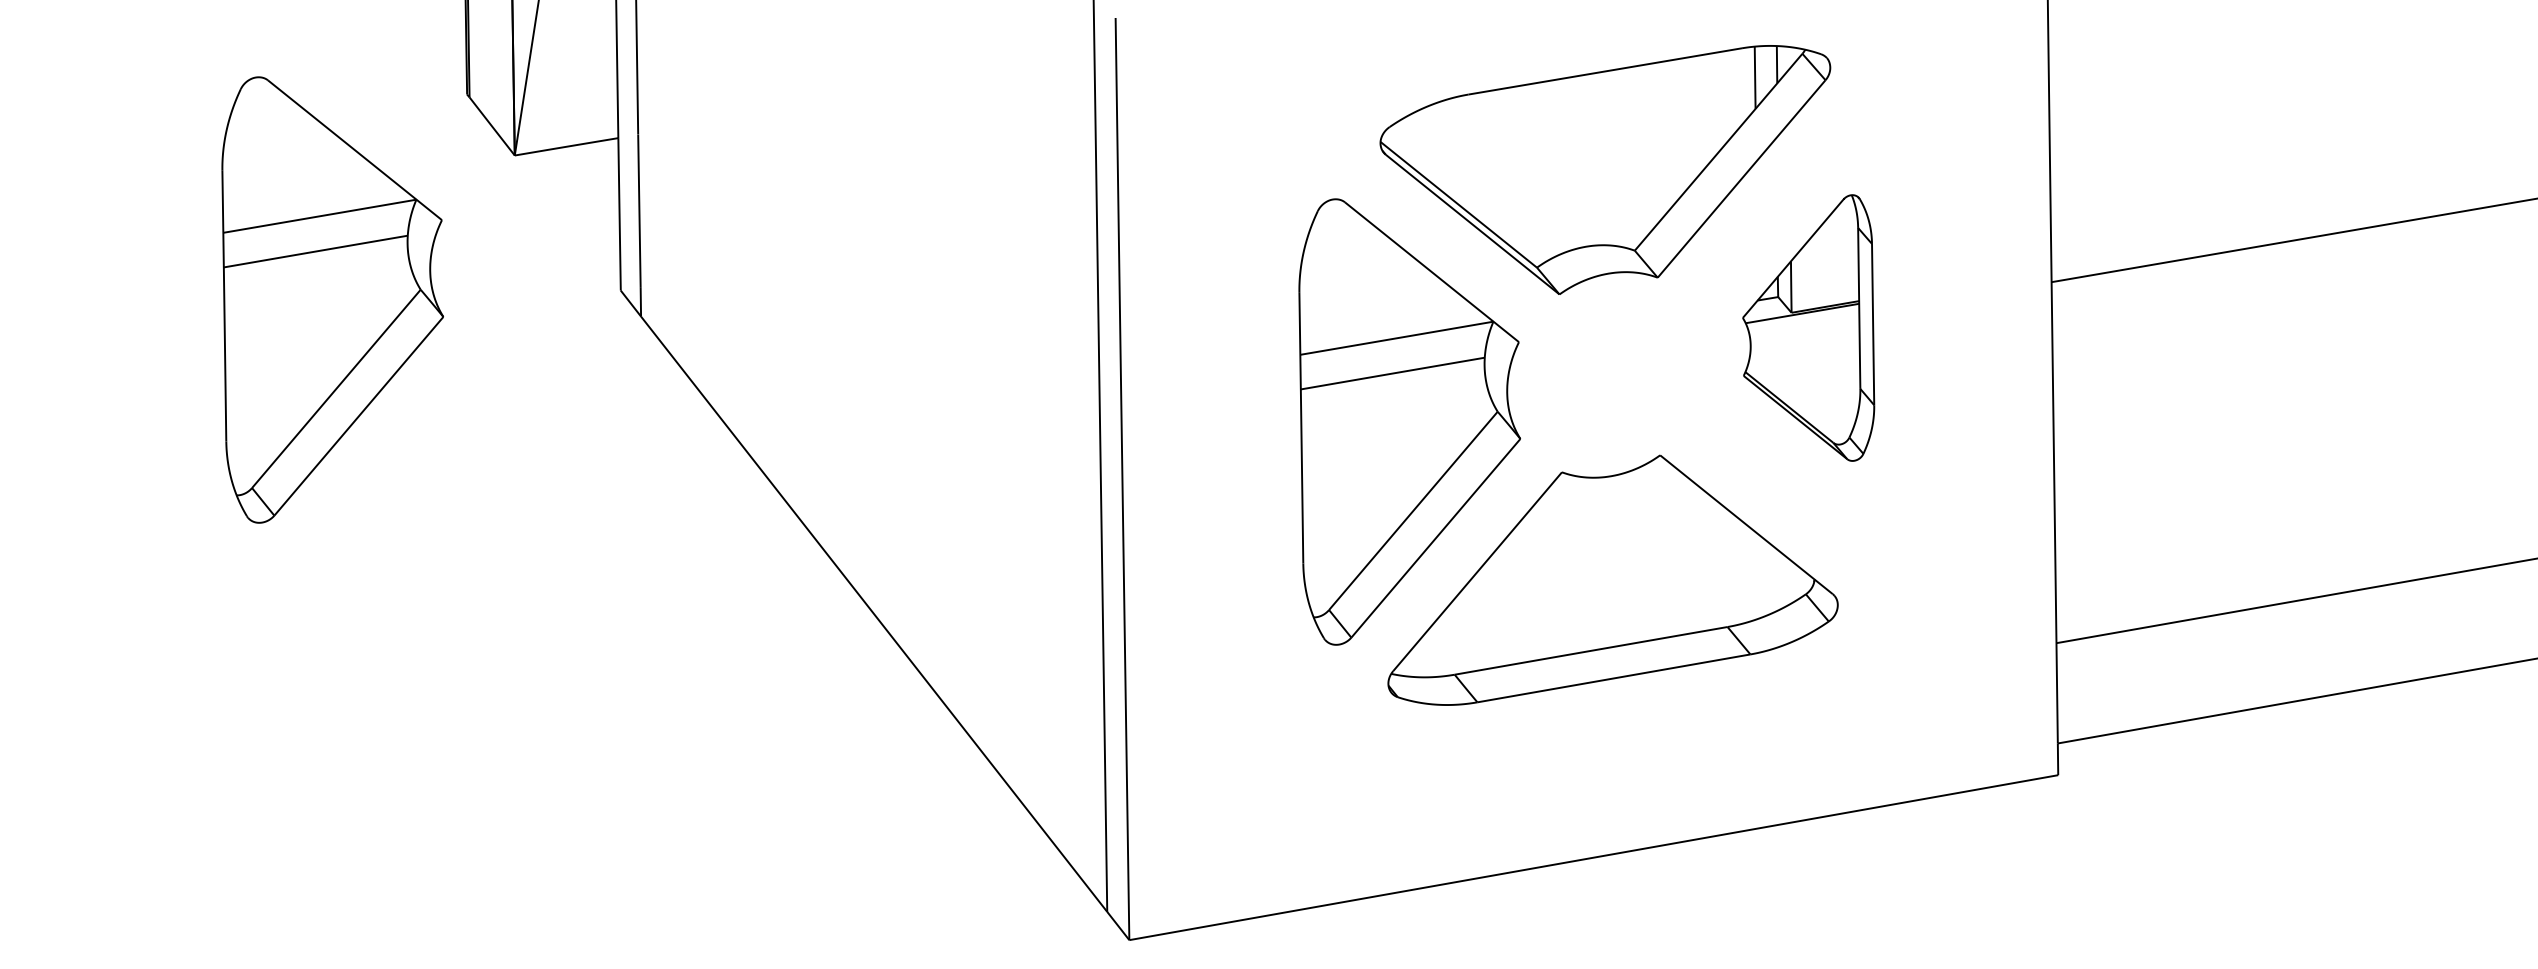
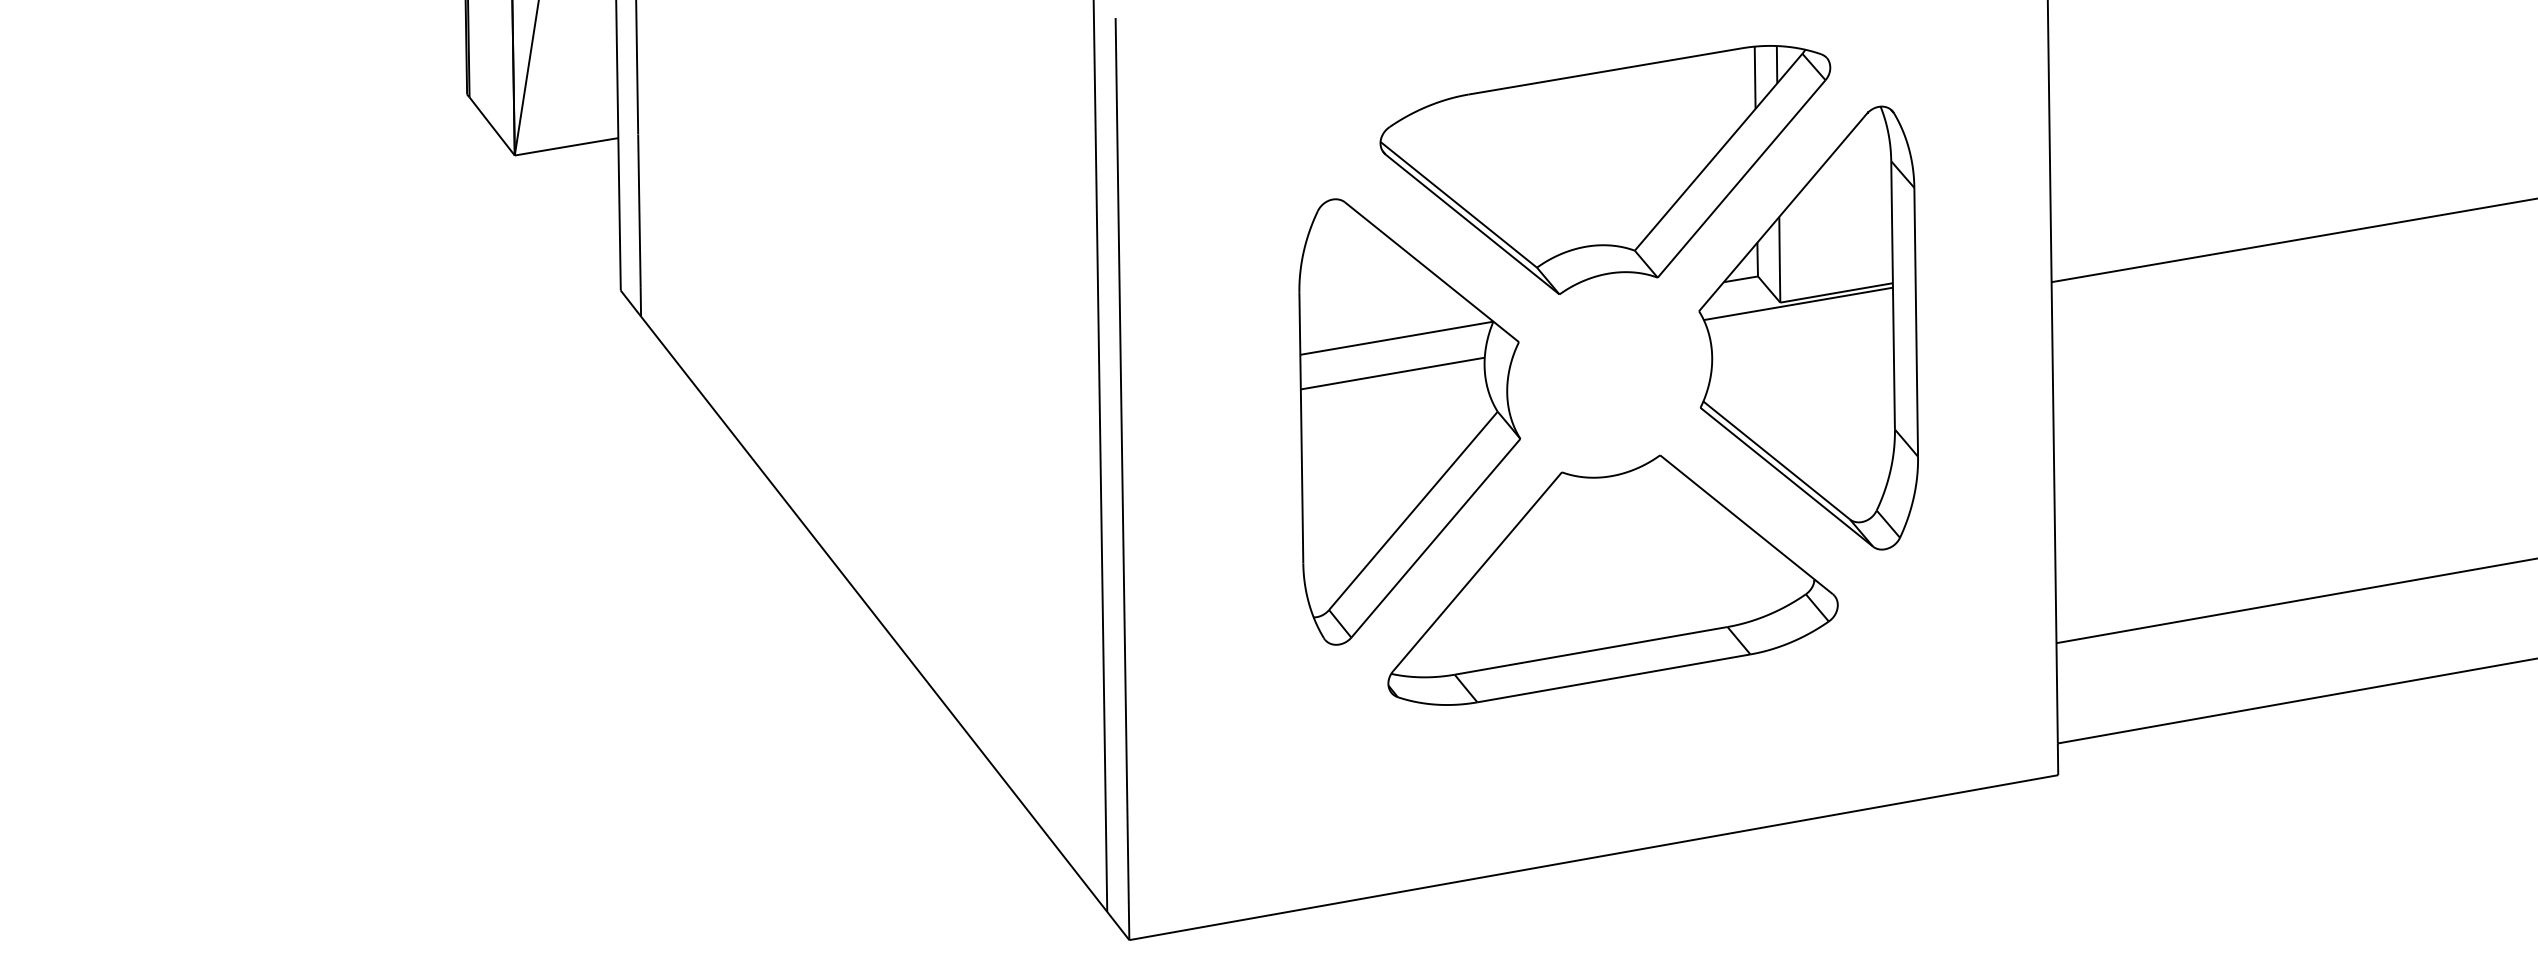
part at (332, 299): present -> none
part at (1808, 327) size: 134x268 px -> 221x446 px
